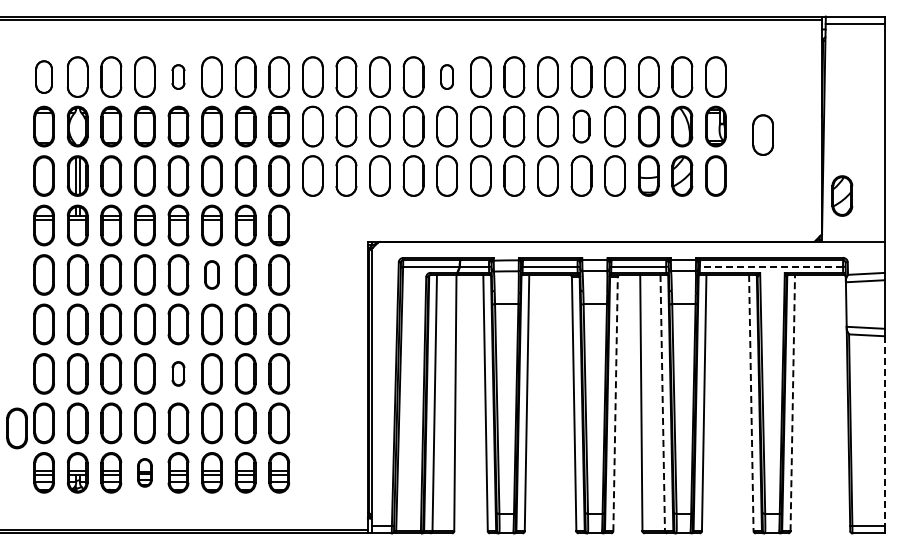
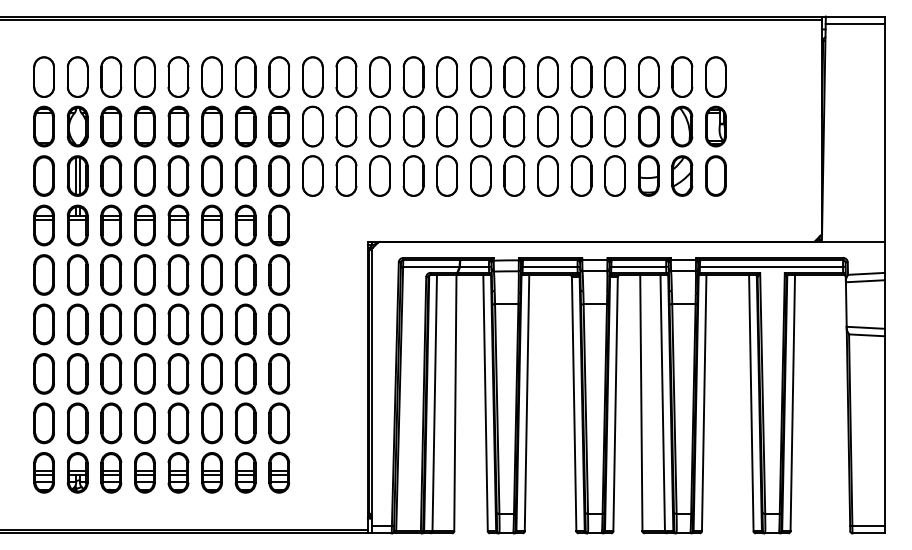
part at (43, 76) size: 18x34 px -> 22x42 px
part at (178, 76) size: 15x26 px -> 23x42 px
part at (446, 76) size: 14x26 px -> 22x42 px
part at (581, 126) size: 19x35 px -> 23x43 px
part at (762, 134): present -> none
part at (842, 195): present -> none
line at (771, 266): dashed -> solid
part at (211, 274) size: 16x30 px -> 22x42 px
part at (178, 373) size: 15x26 px -> 23x42 px
line at (792, 402): dashed -> solid
line at (615, 403): dashed -> solid
line at (662, 403): dashed -> solid
line at (751, 403): dashed -> solid
part at (16, 428): present -> none
line at (884, 431): dashed -> solid
part at (144, 472) size: 16x30 px -> 22x42 px
